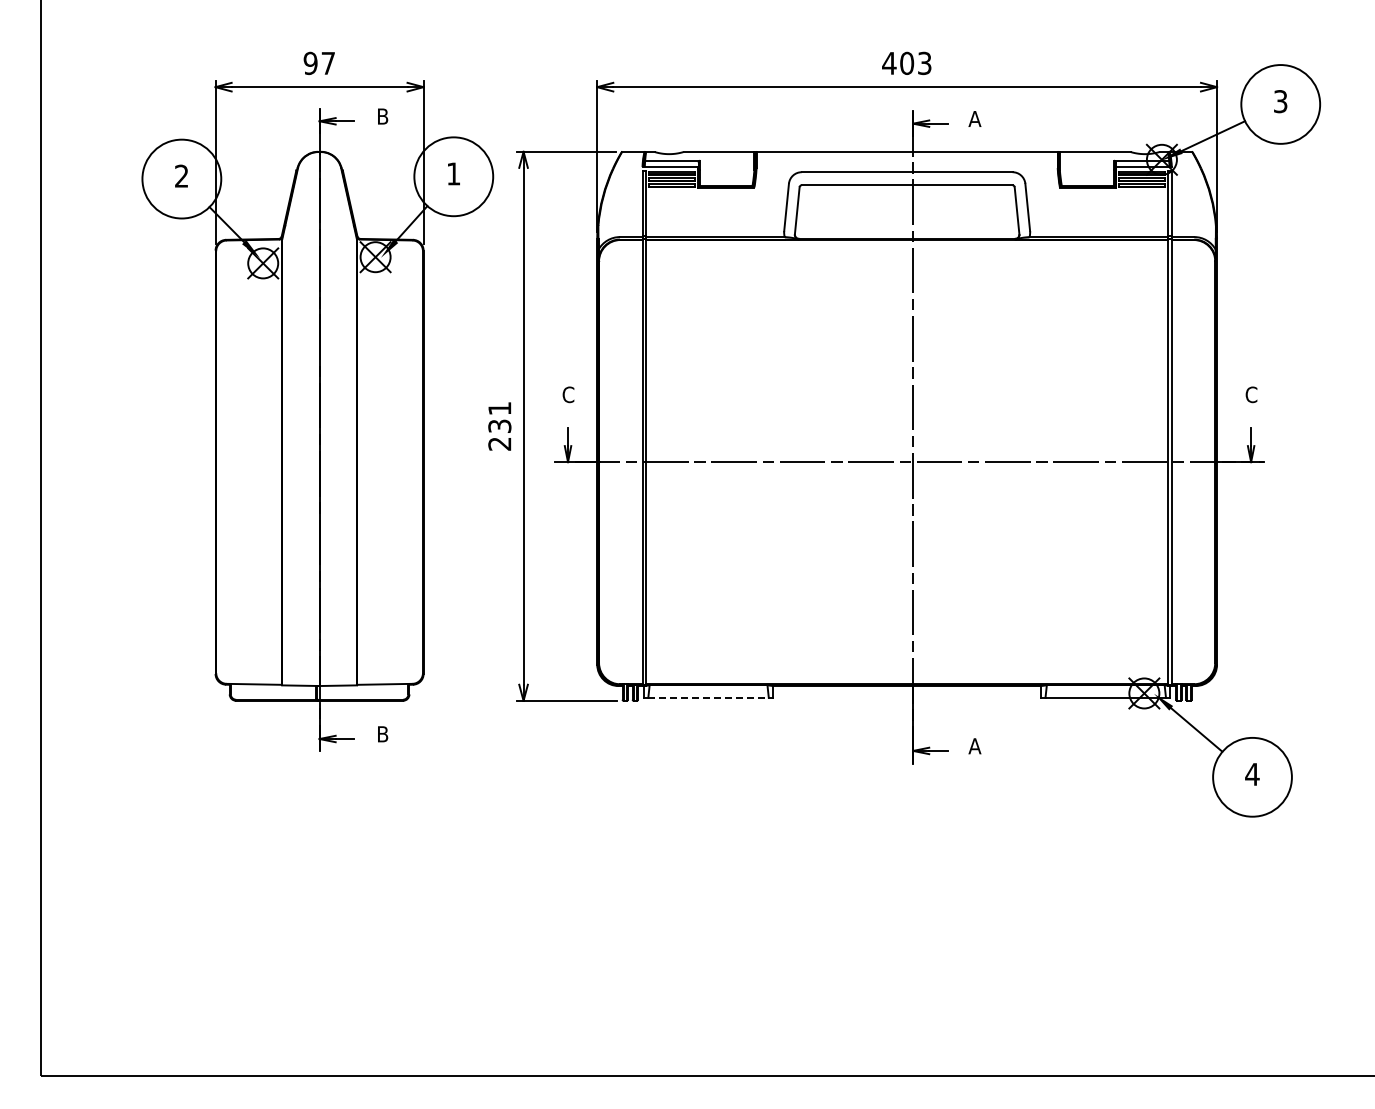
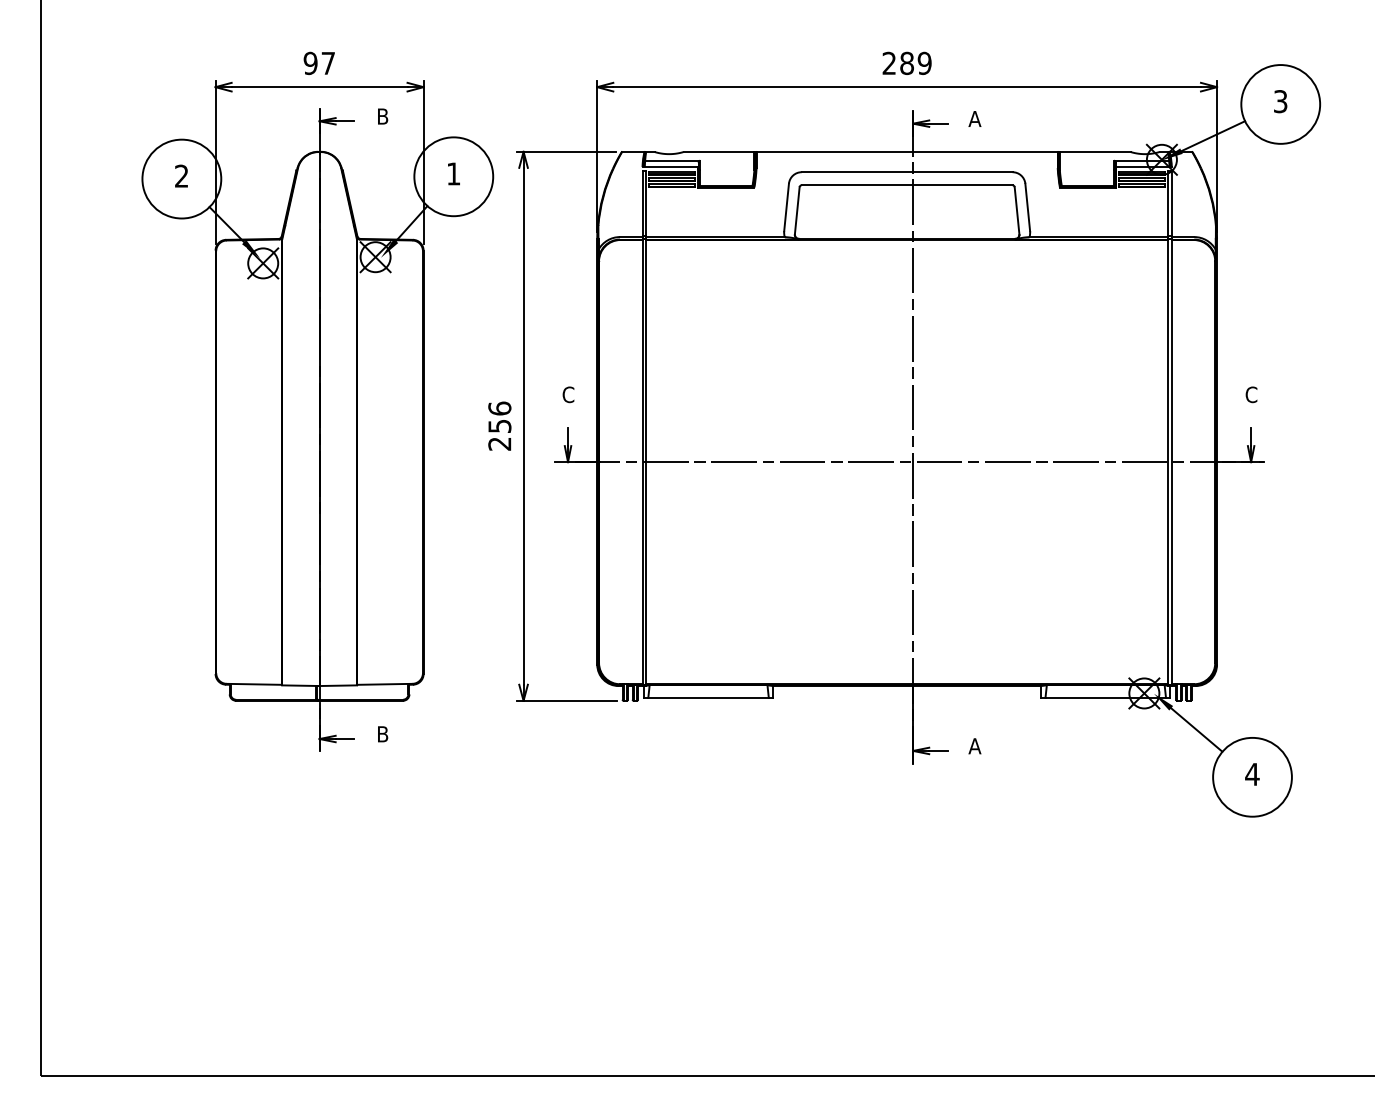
text at (906, 62): 403 -> 289
text at (499, 416): 231 -> 256
line at (709, 697): dashed -> solid
